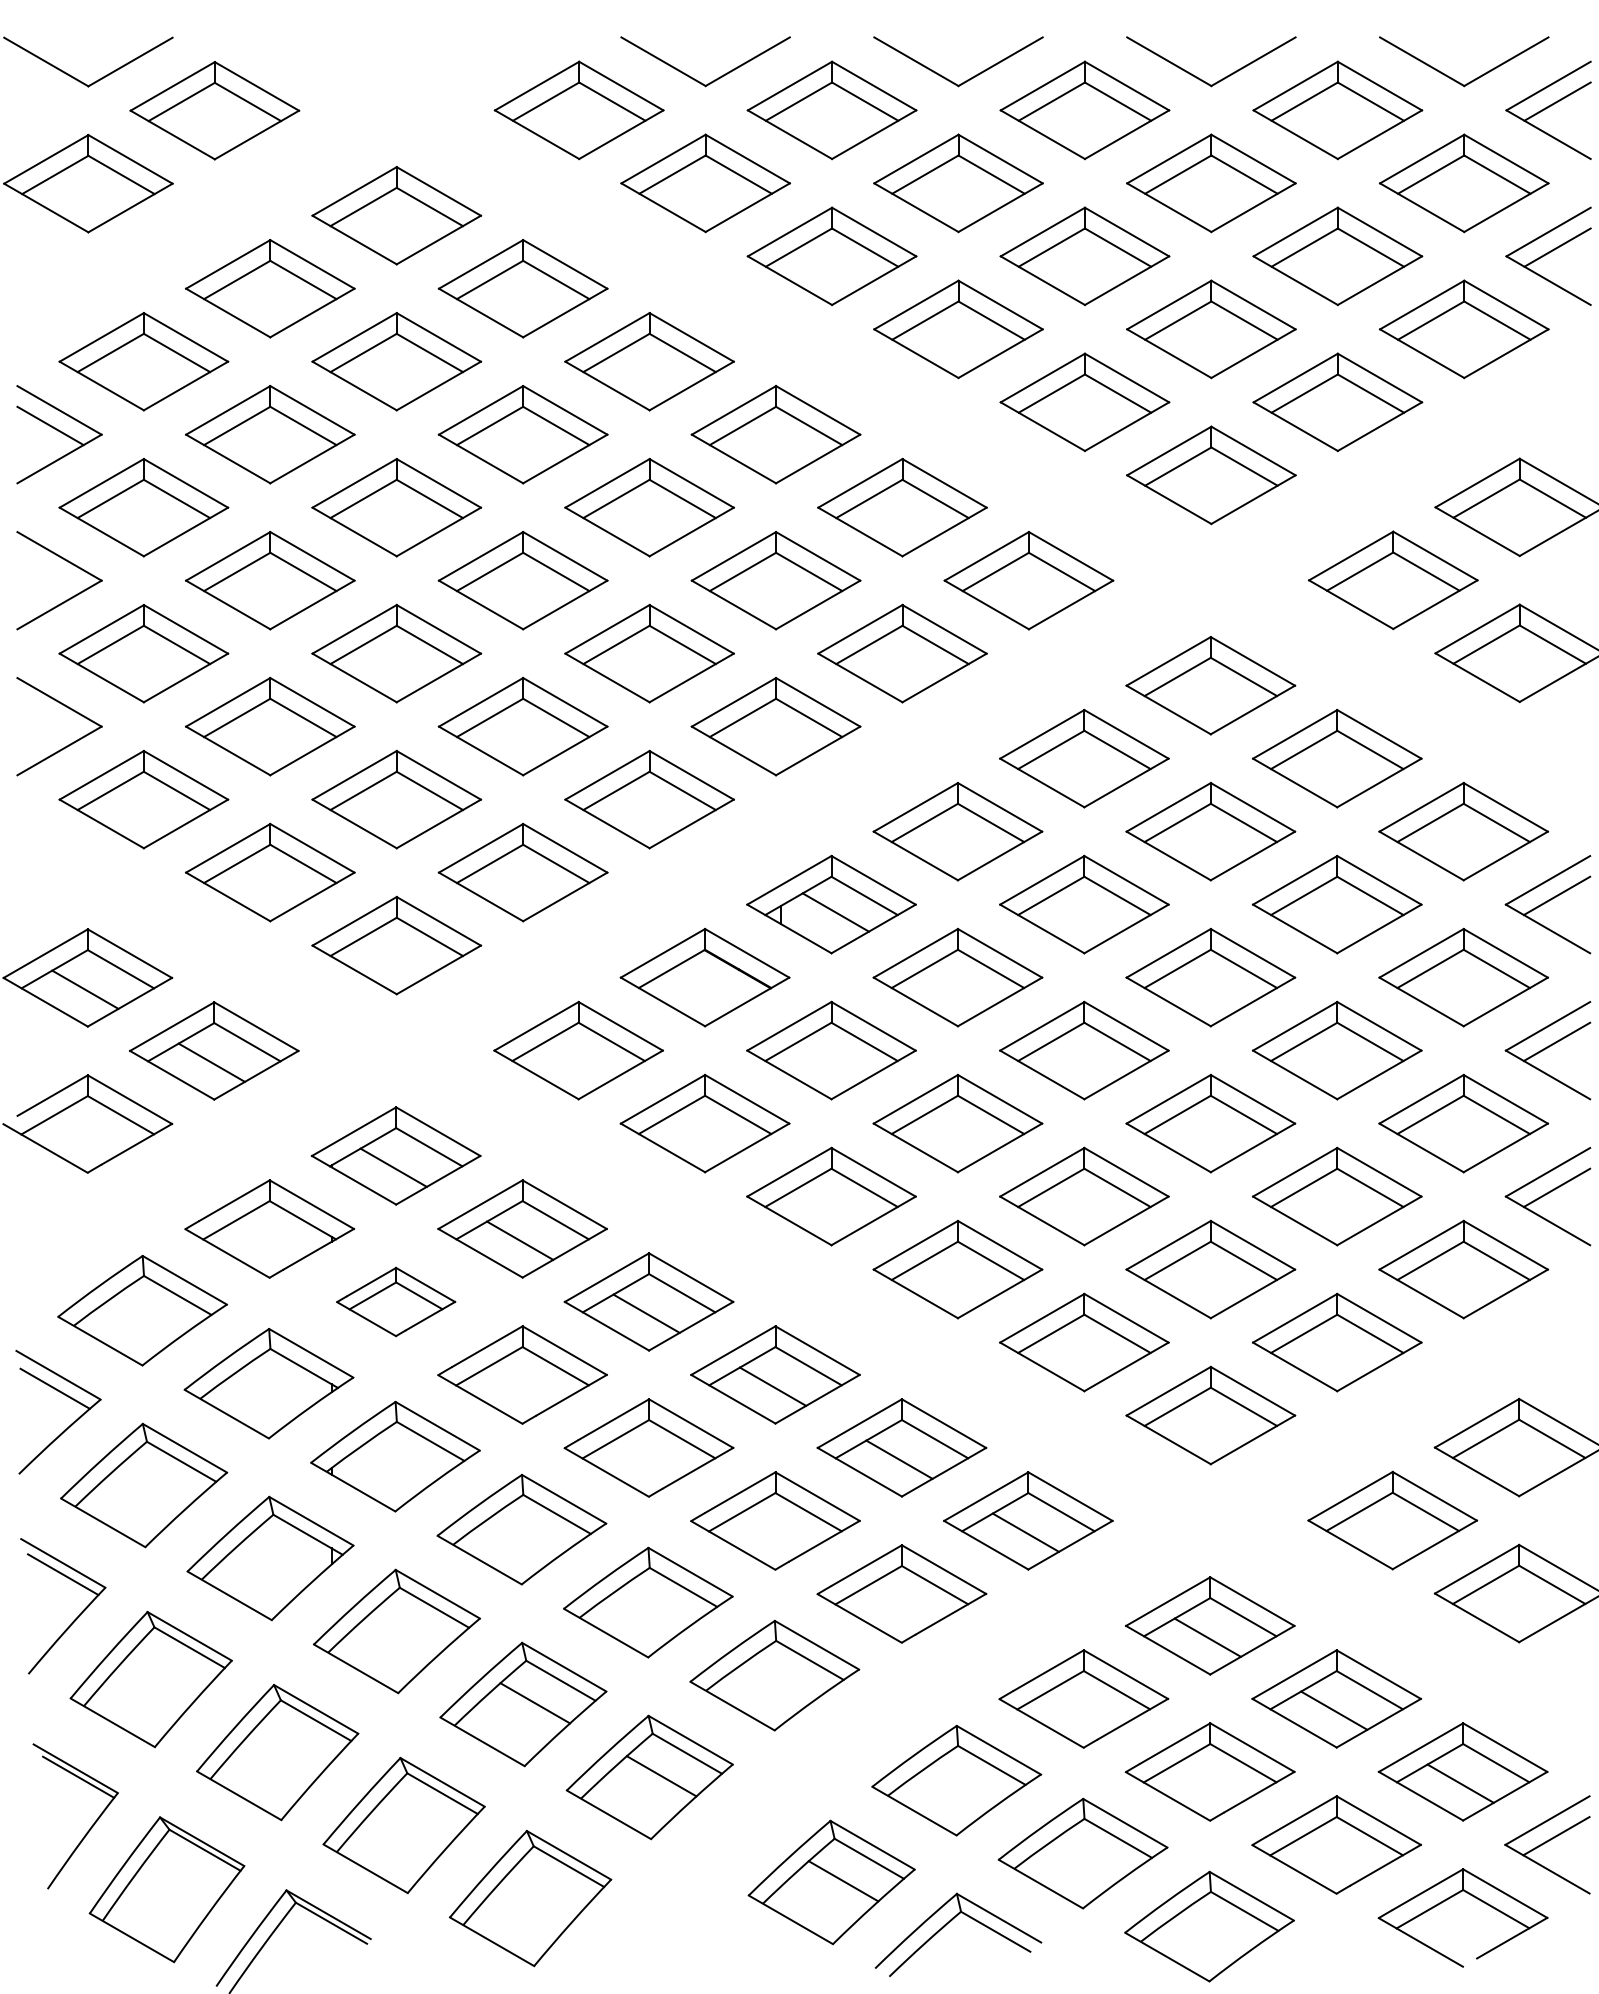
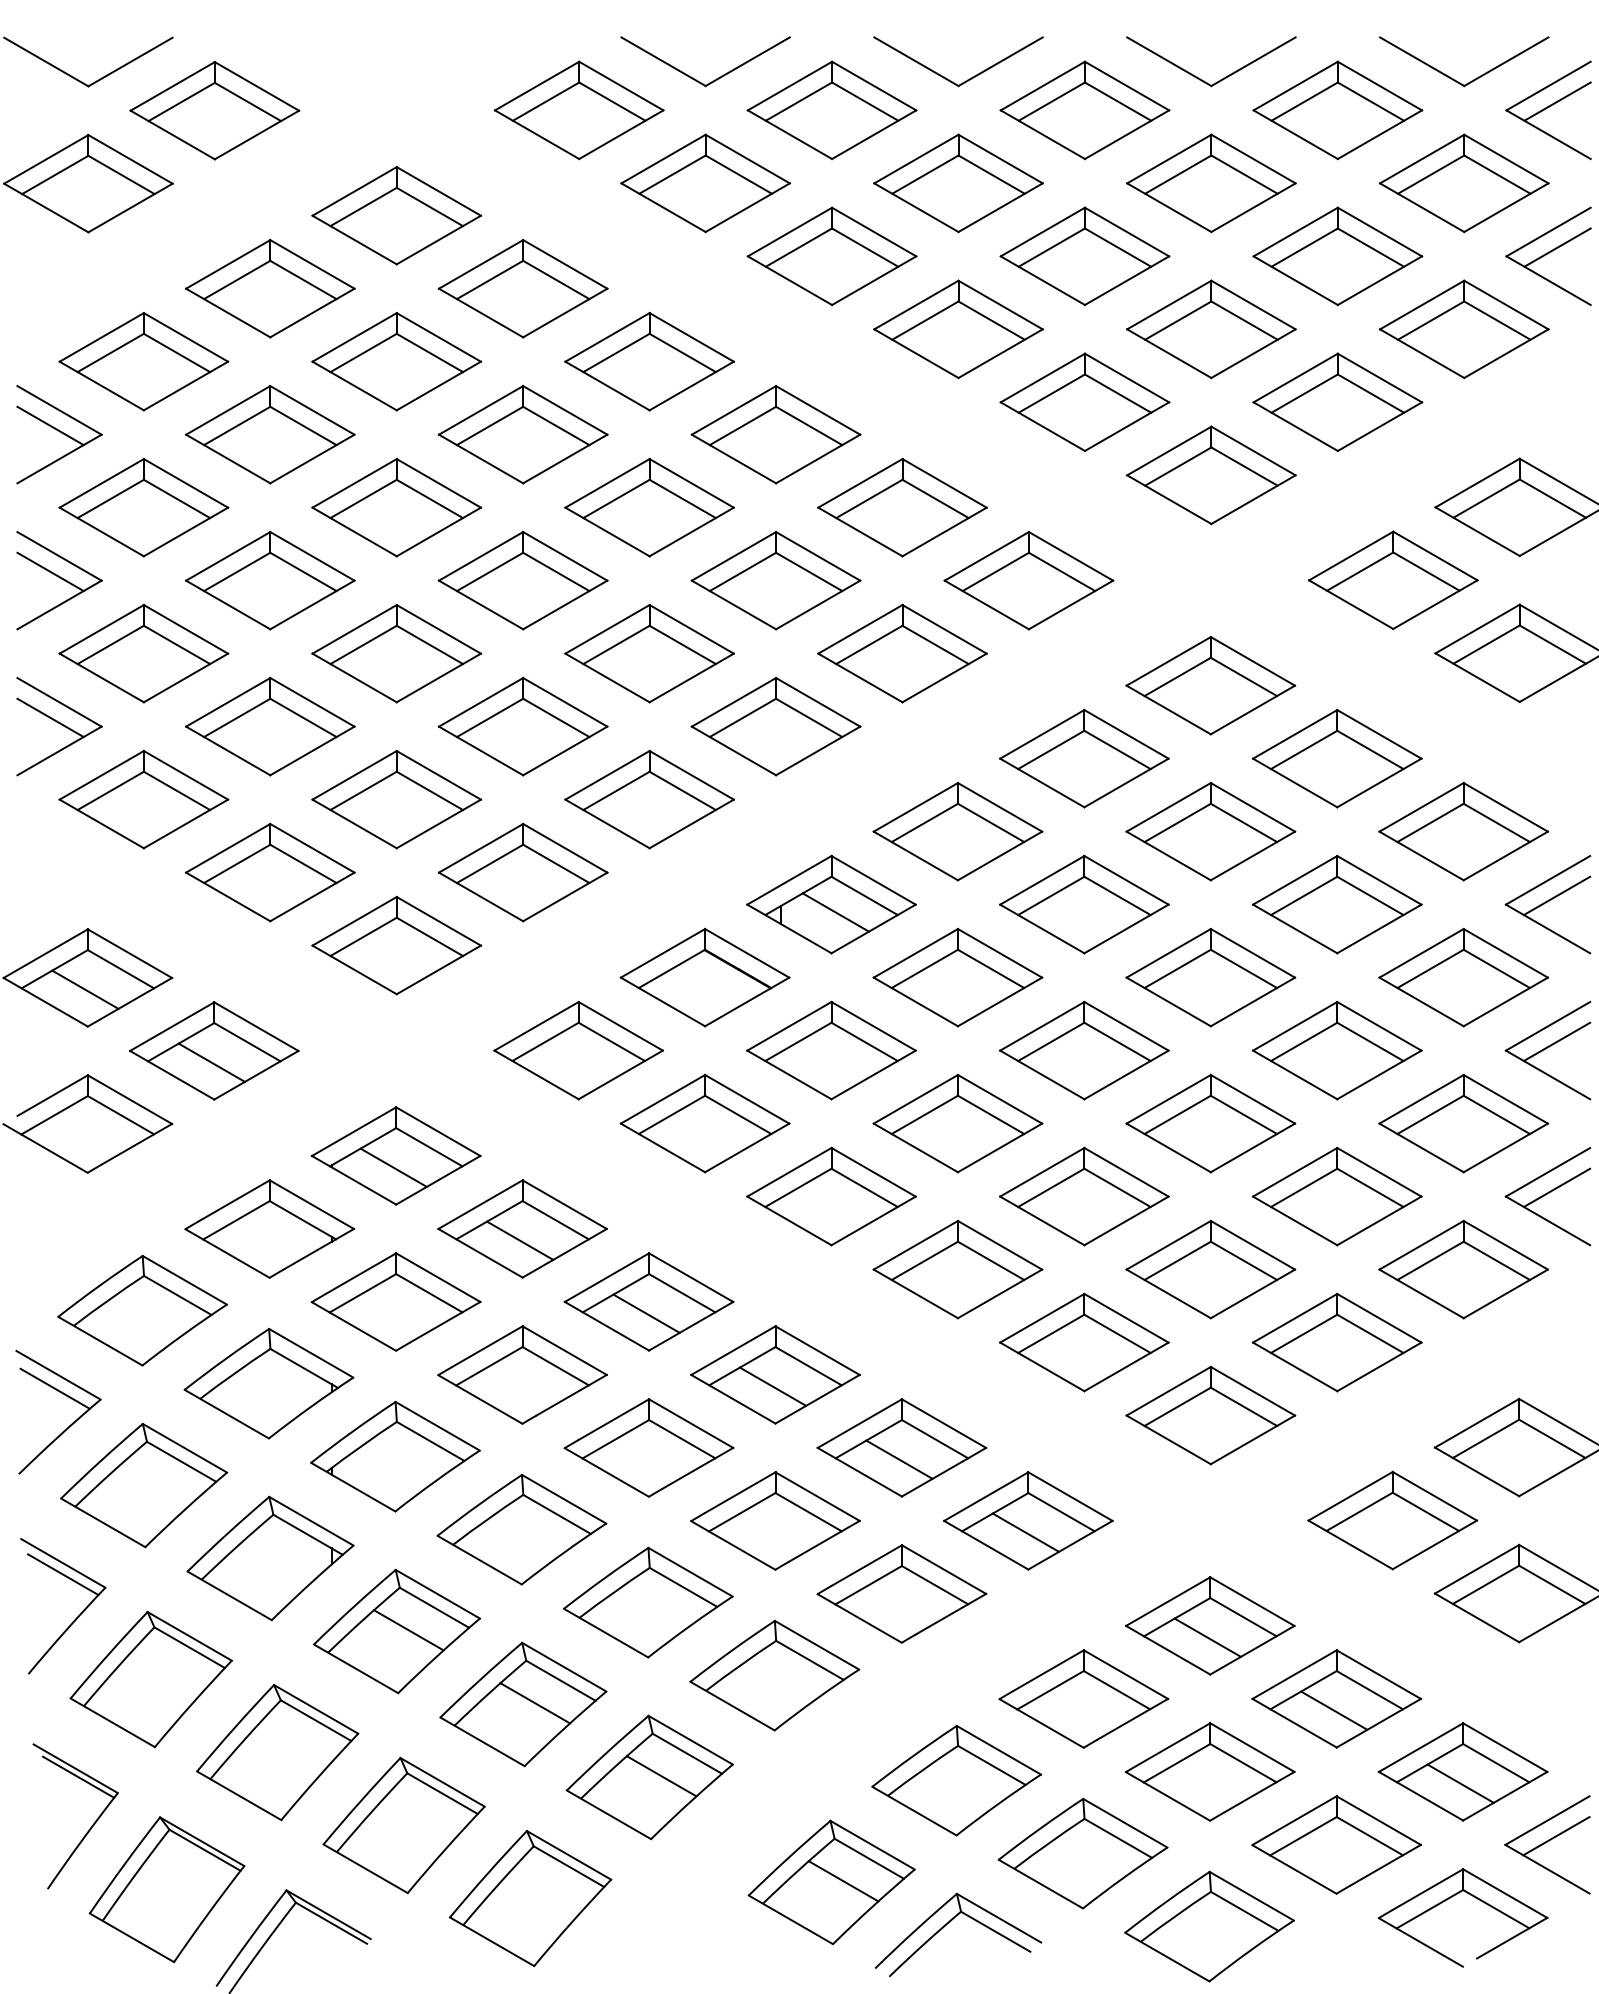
line at (50, 571): none -> present
line at (50, 717): none -> present
part at (396, 1301) size: 121x72 px -> 172x100 px
line at (408, 1630): none -> present
